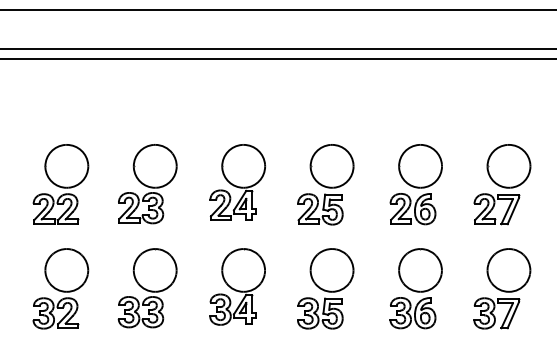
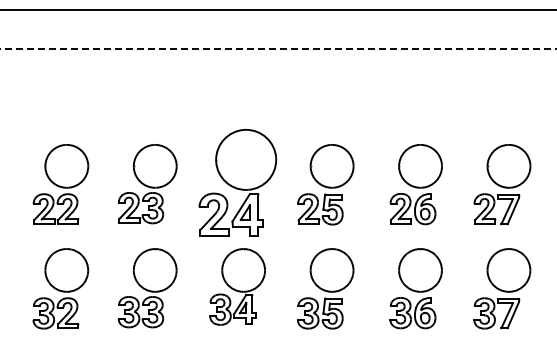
line at (278, 49): solid -> dashed
line at (277, 58): present -> none
part at (237, 182) size: 57x77 px -> 80x108 px
